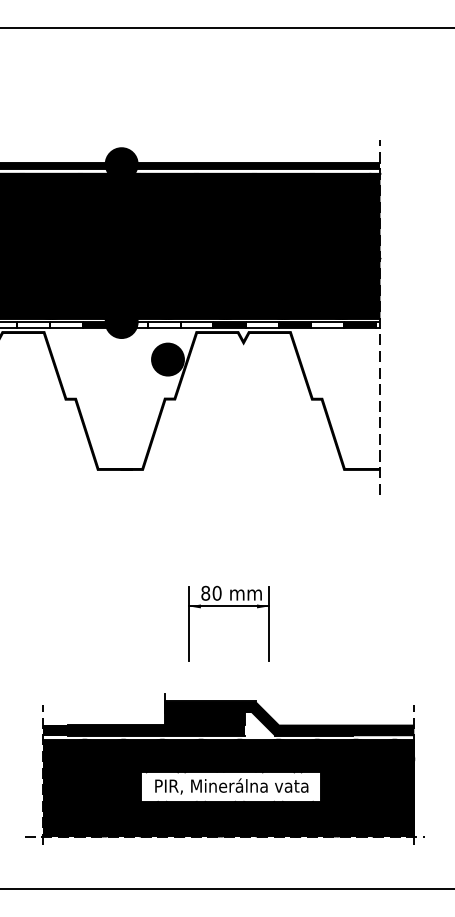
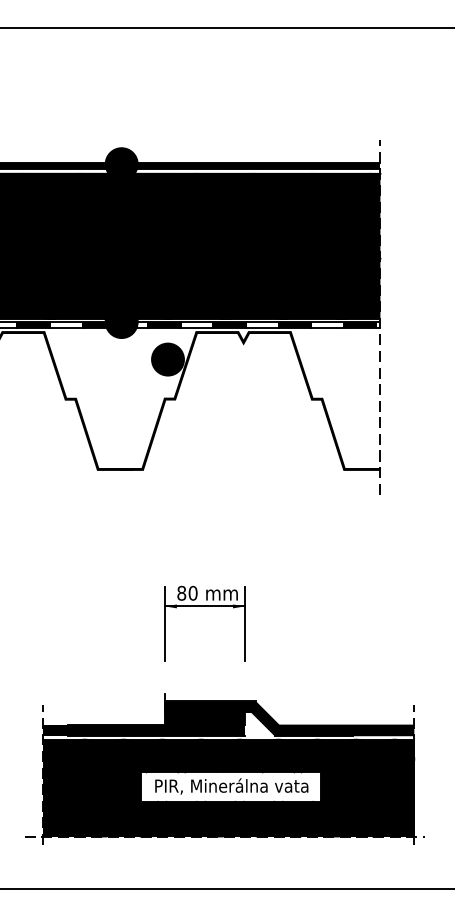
fill at (33, 324): none -> present
fill at (163, 324): none -> present
part at (228, 606) position: (228, 606) -> (204, 606)
